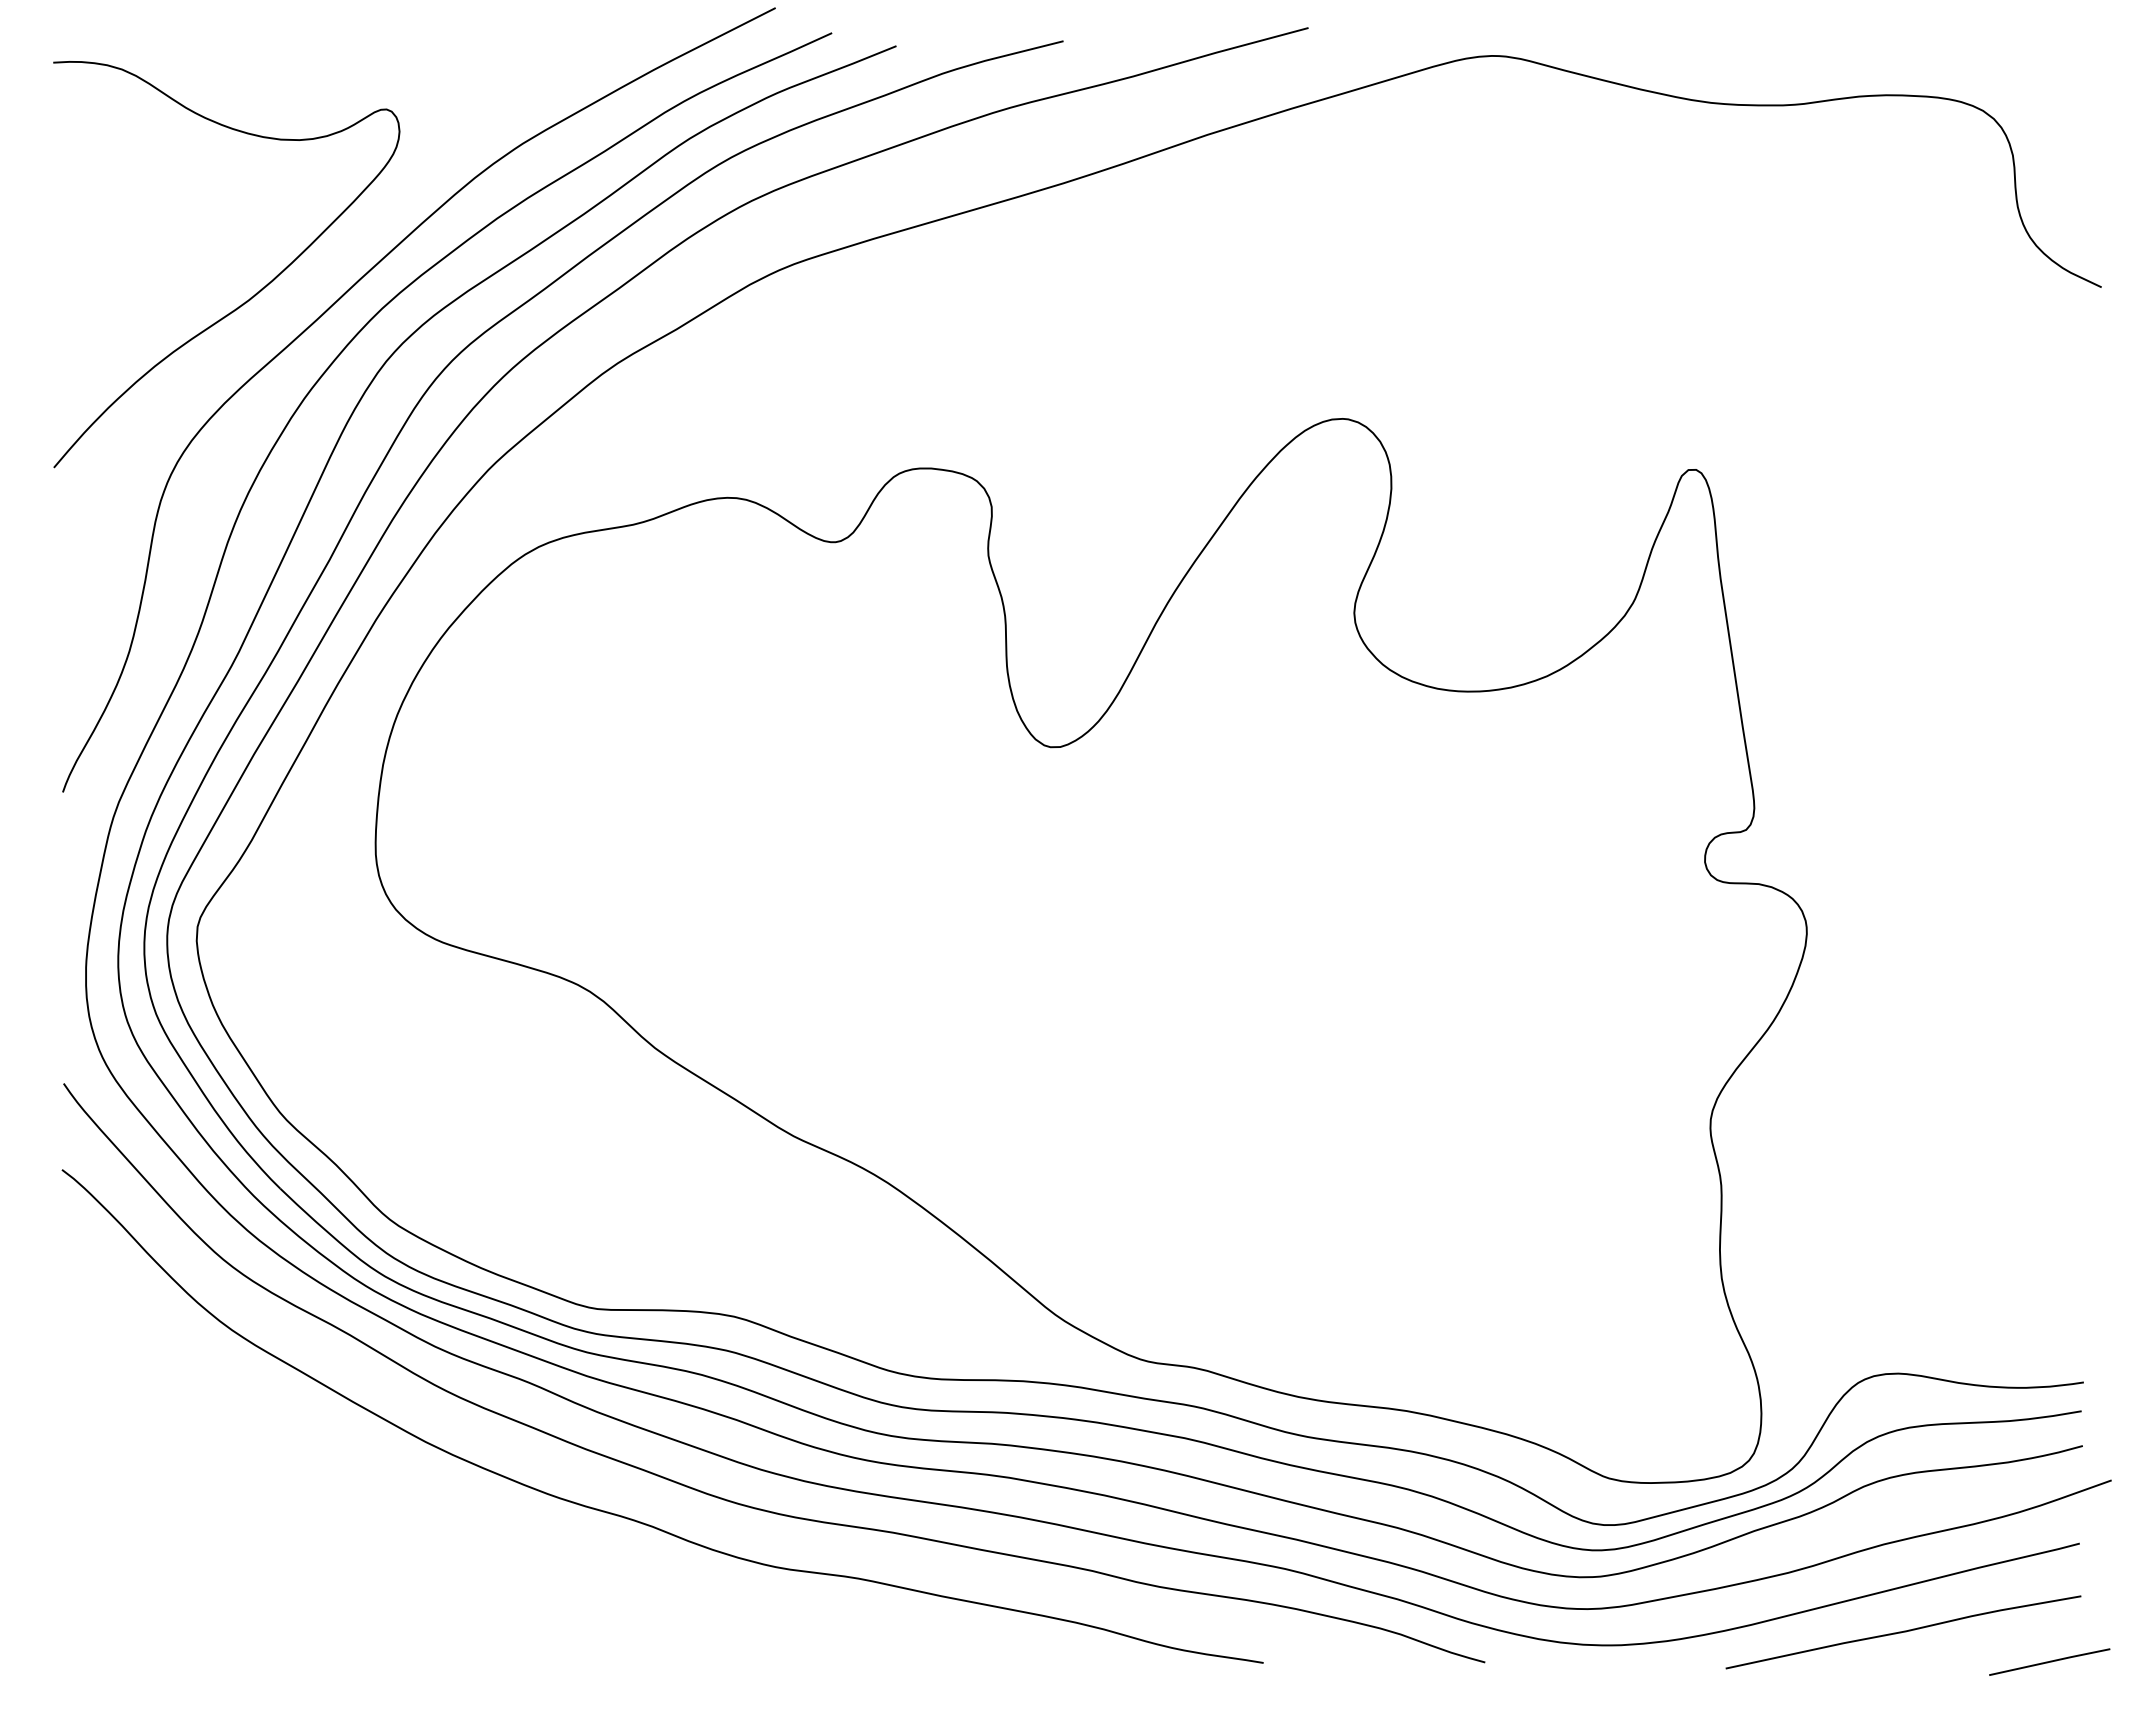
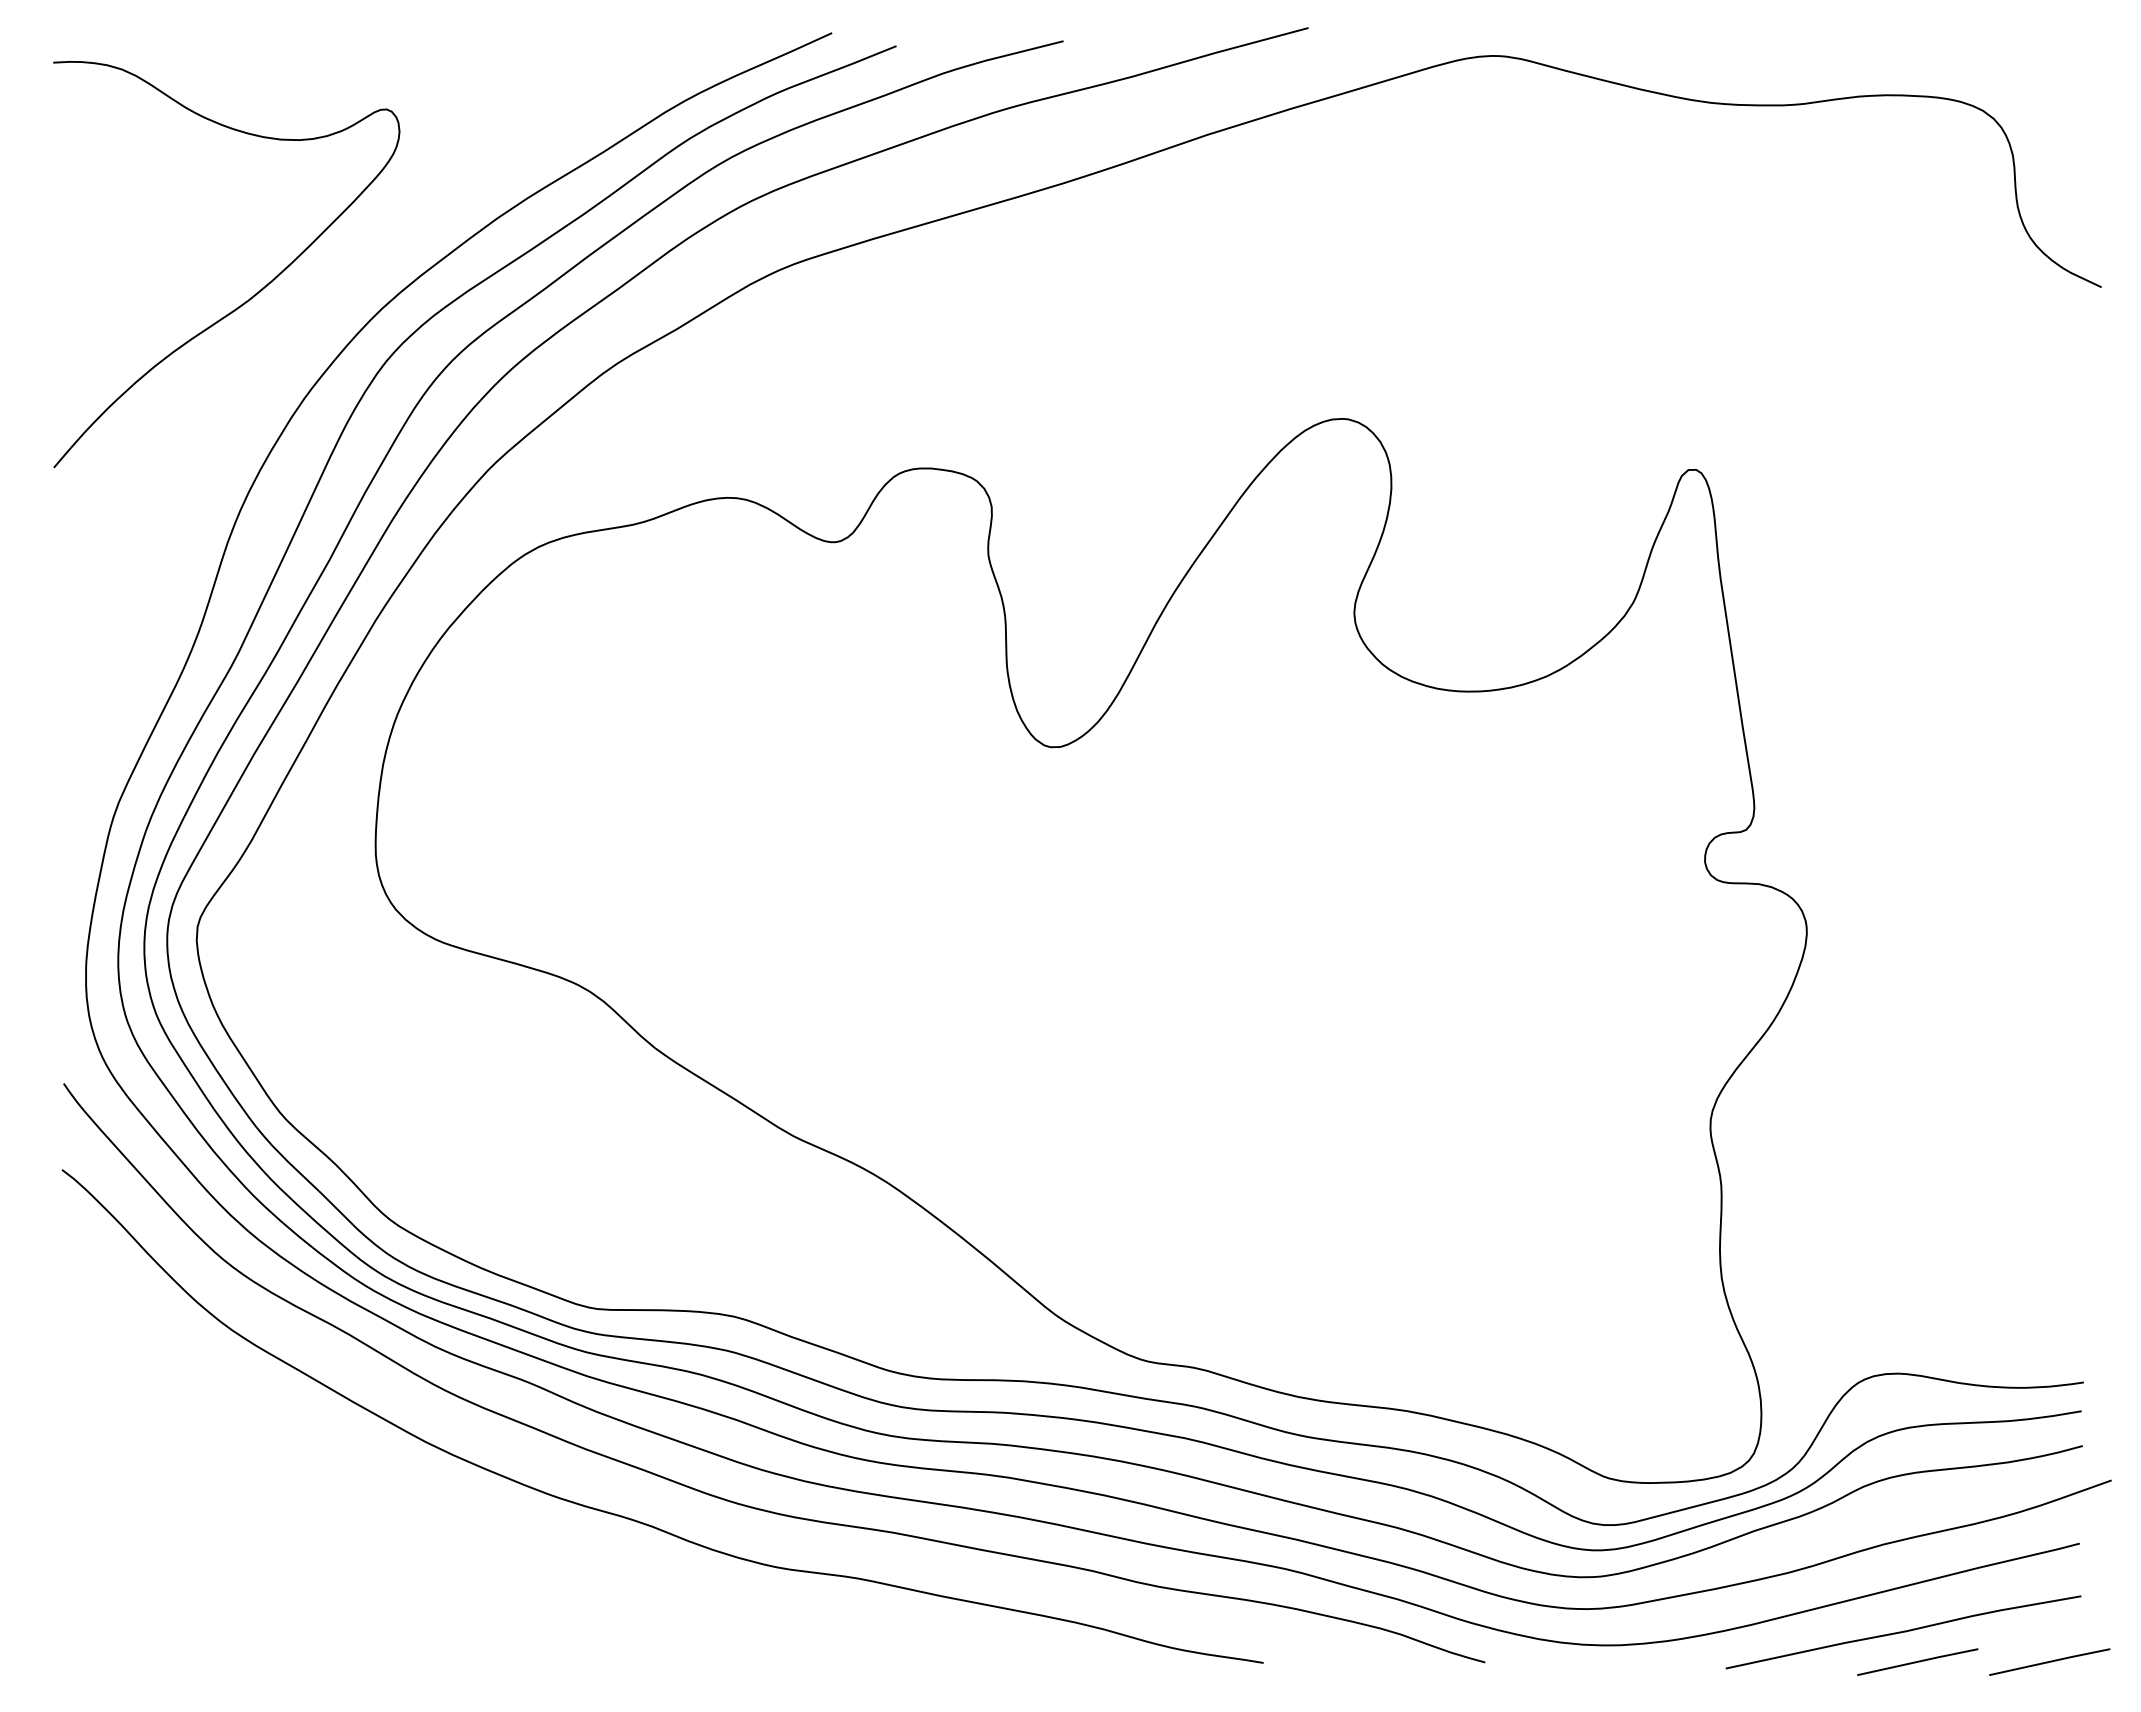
curve at (329, 309): present -> none
line at (1917, 1661): none -> present
